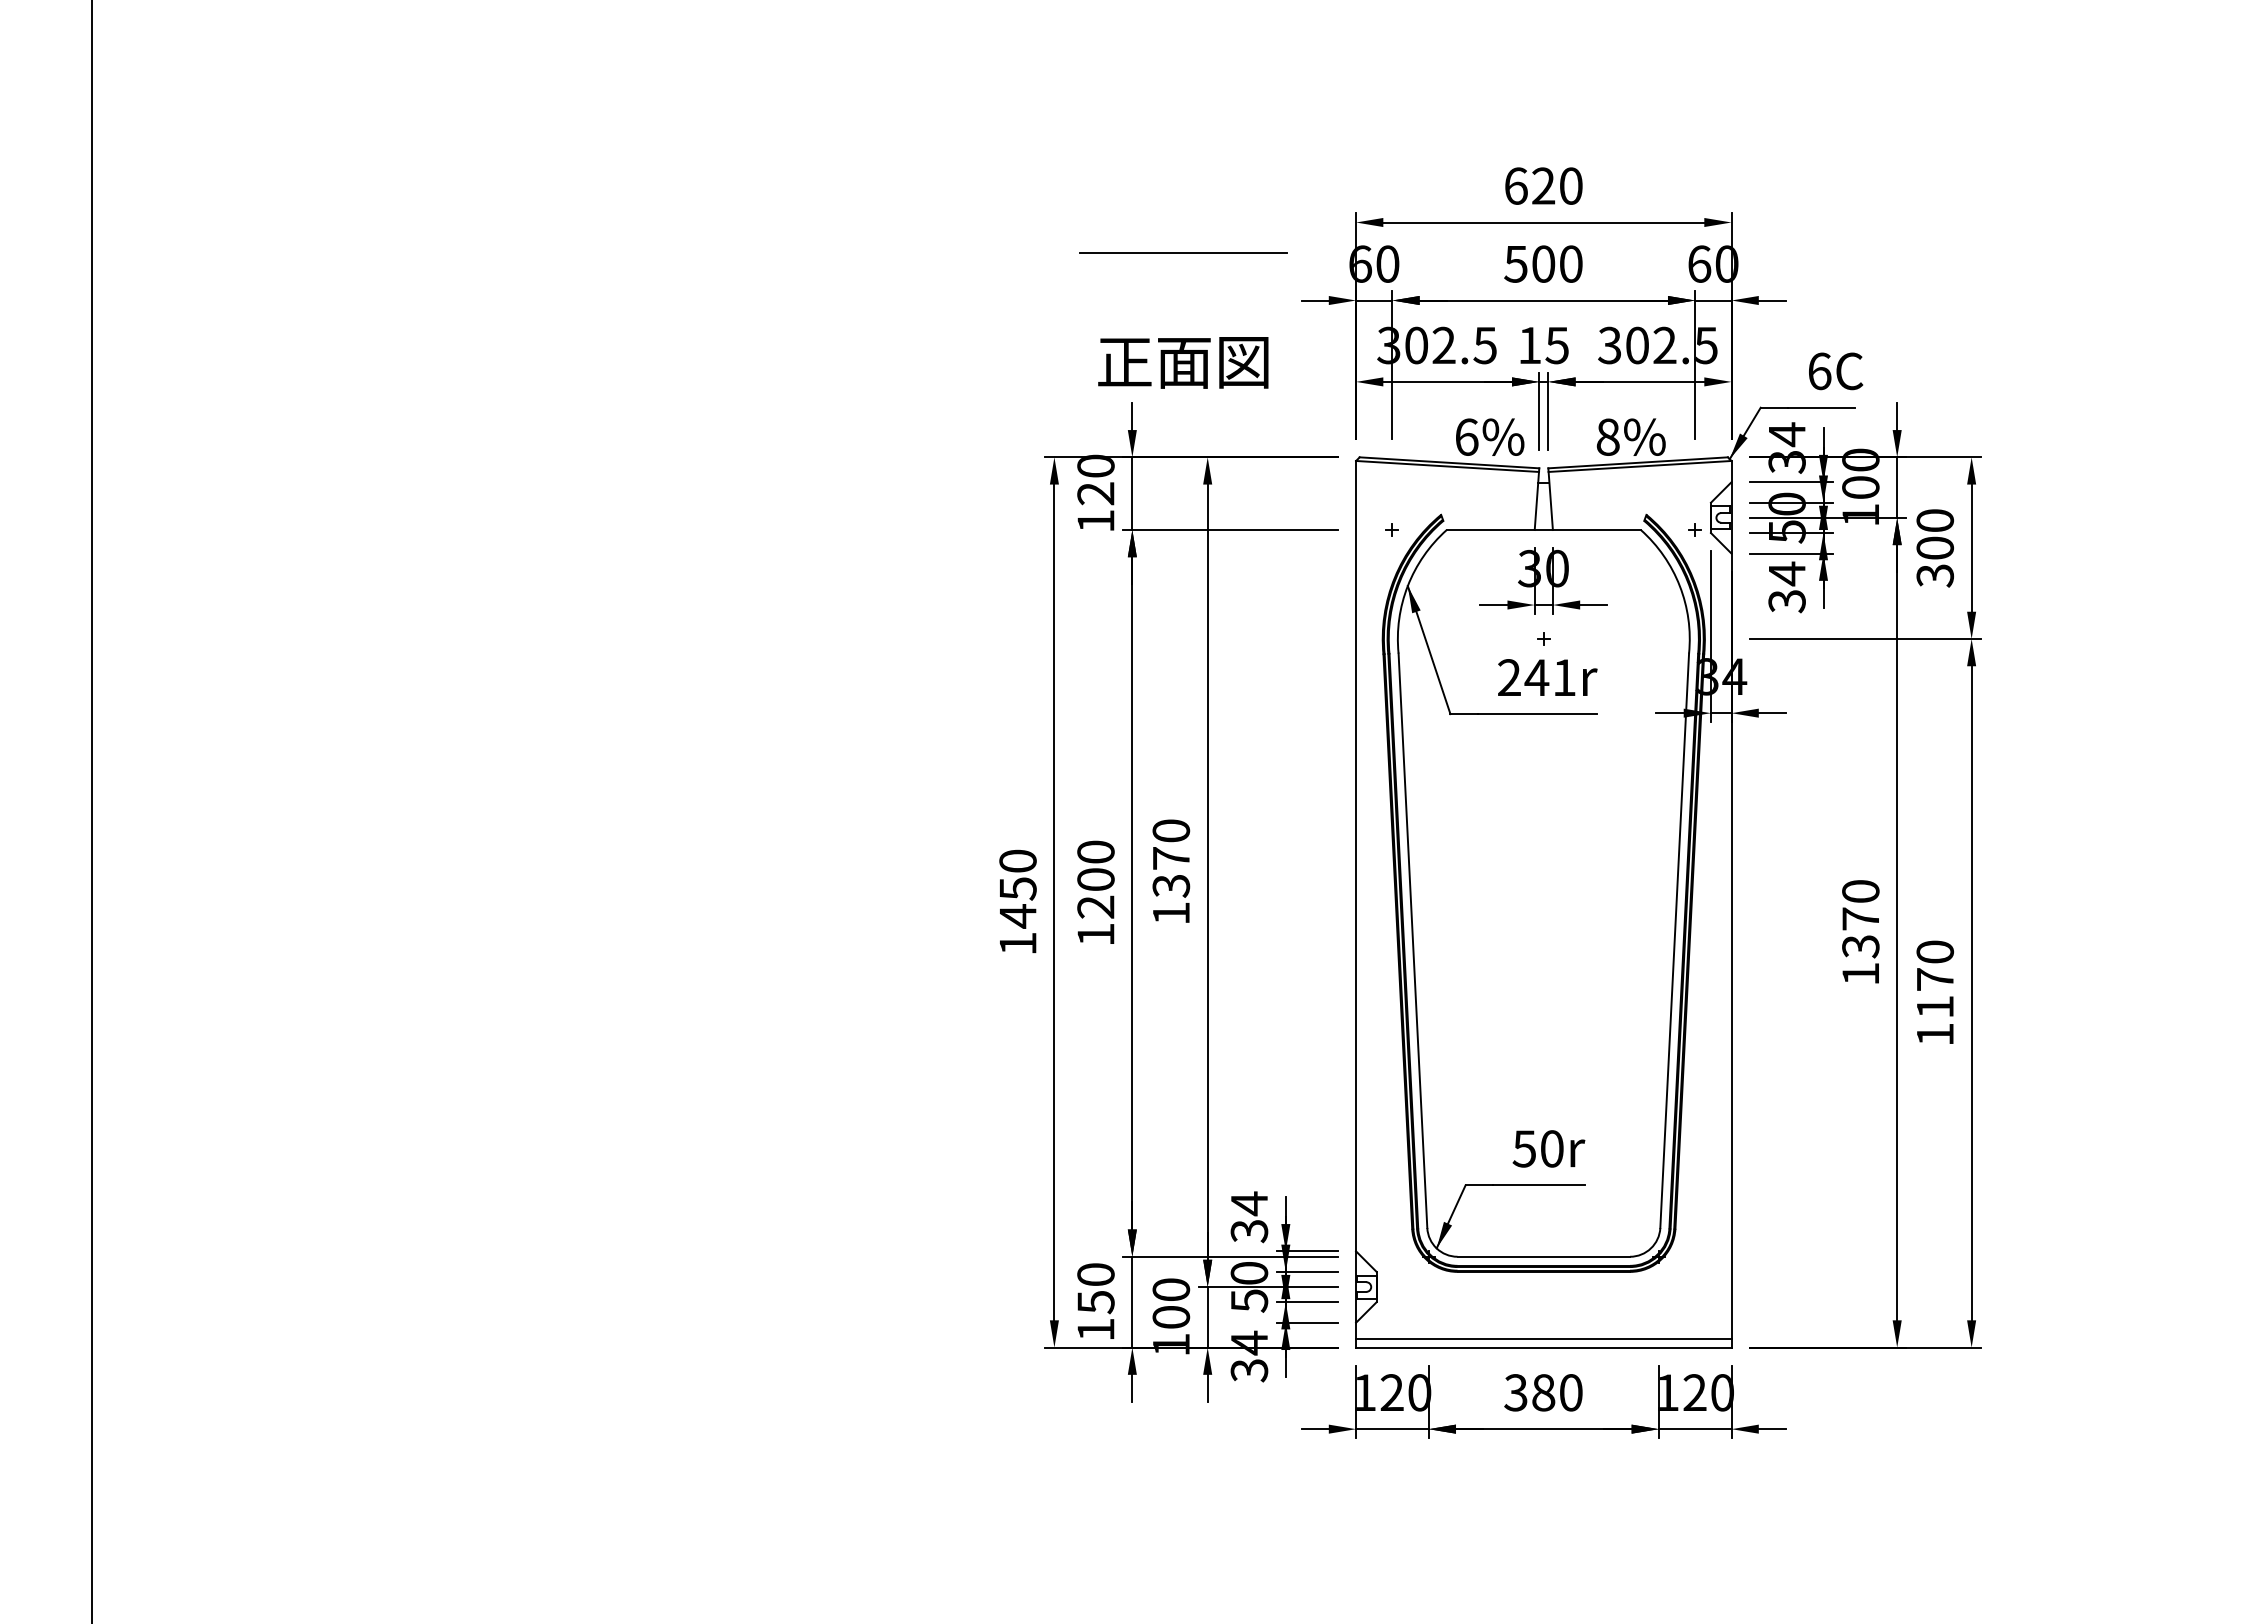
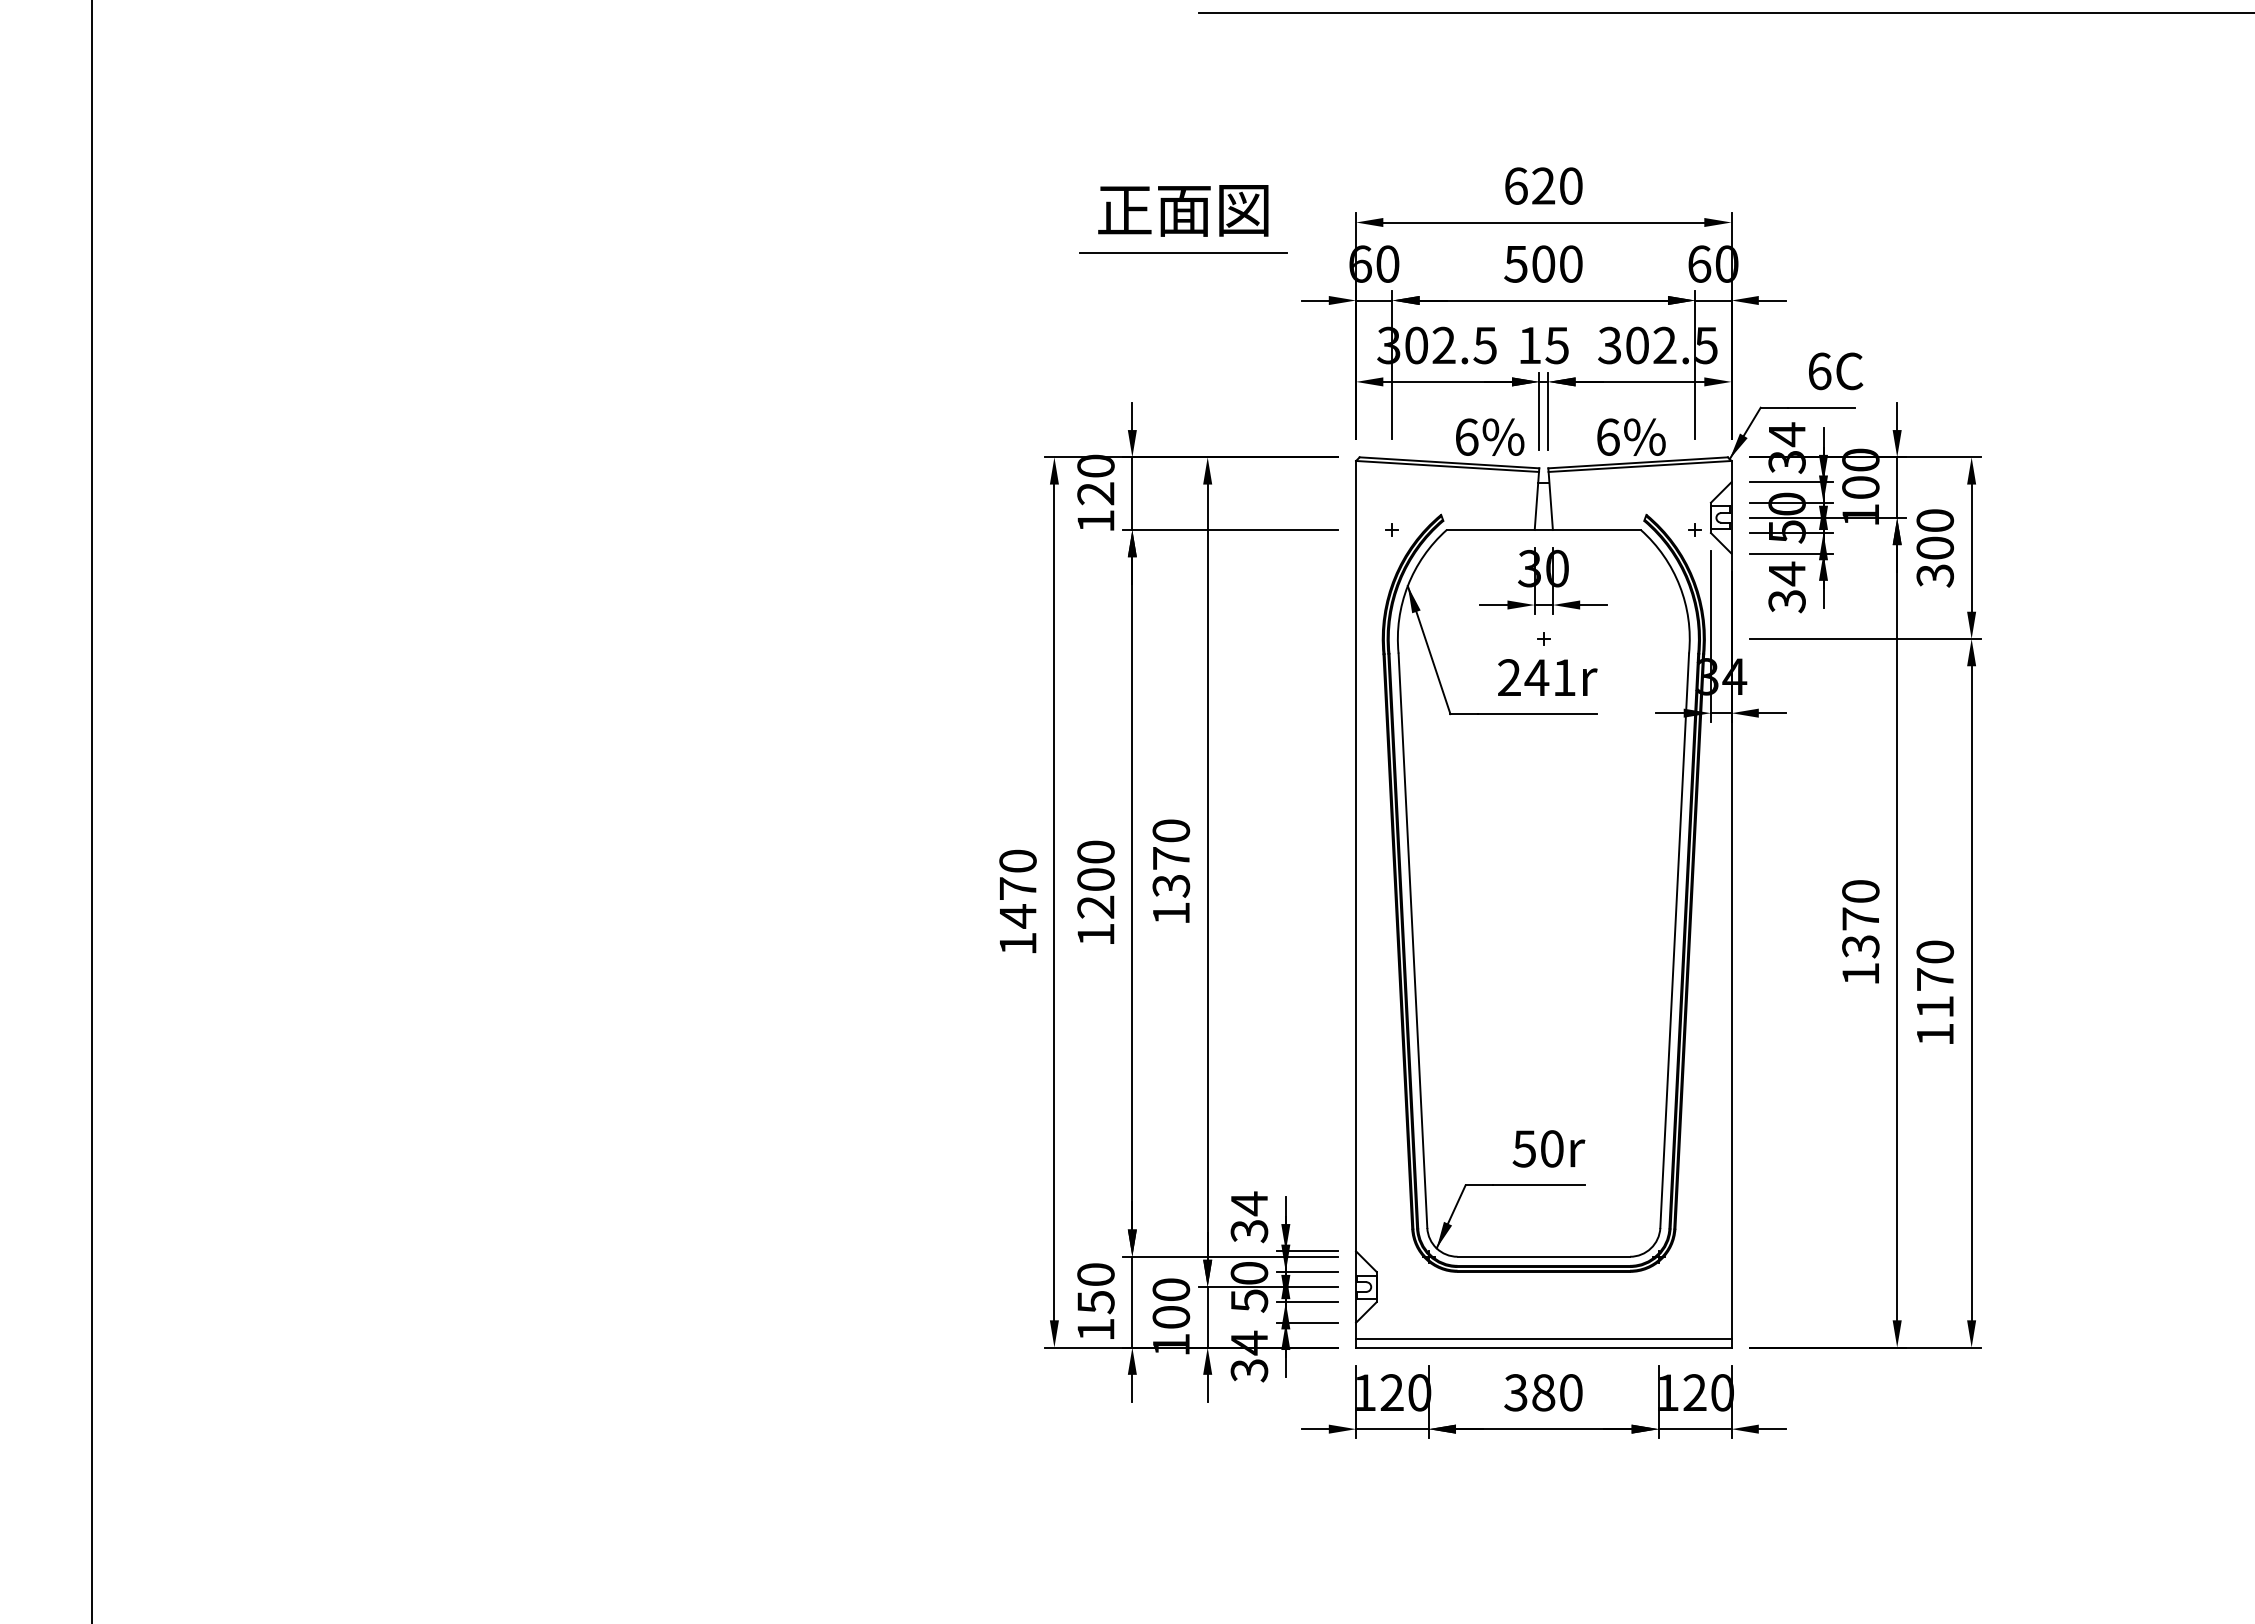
line at (1725, 12): none -> present
text at (1183, 362) position: (1183, 362) -> (1183, 210)
text at (1607, 436): 8% -> 6%
text at (1018, 888): 1450 -> 1470
